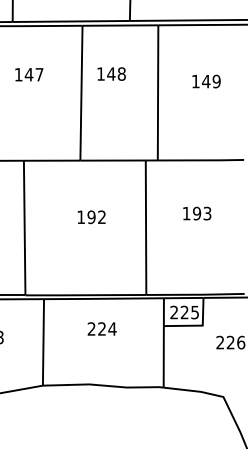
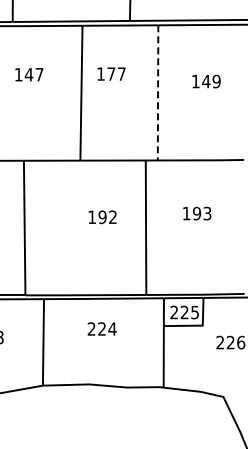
text at (116, 73): 148 -> 177
line at (158, 92): solid -> dashed
text at (91, 217) position: (91, 217) -> (102, 217)
